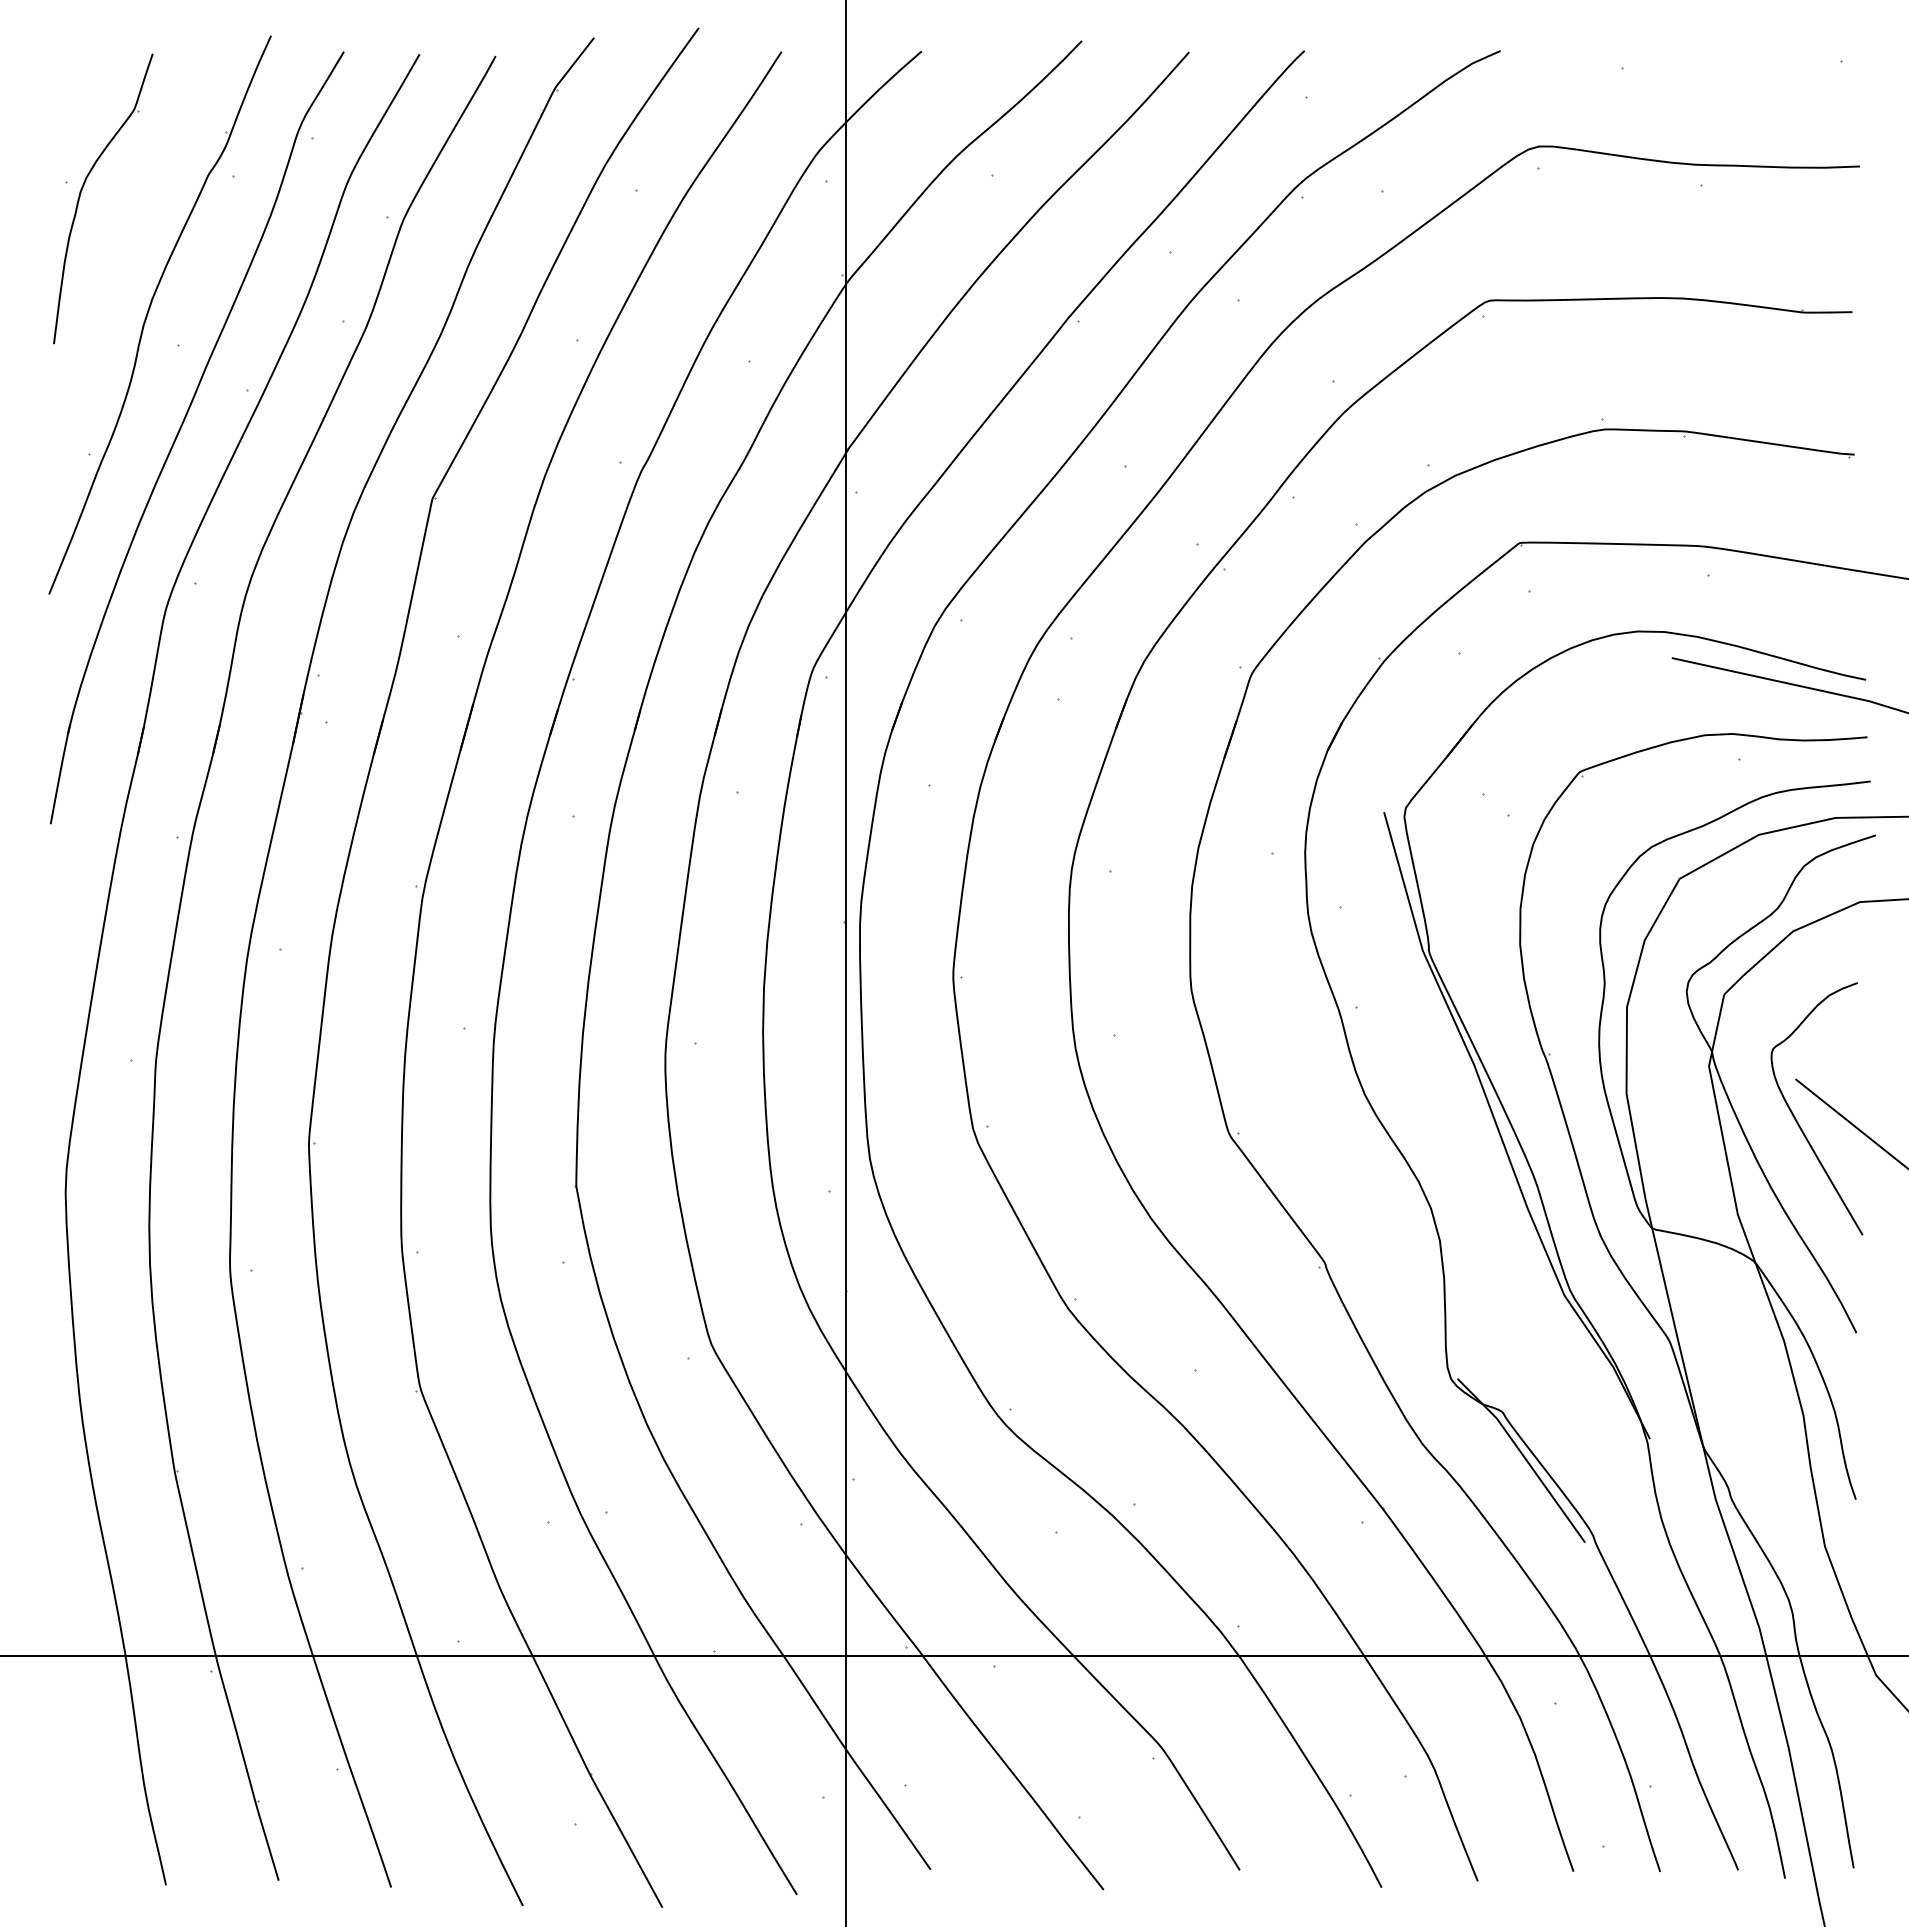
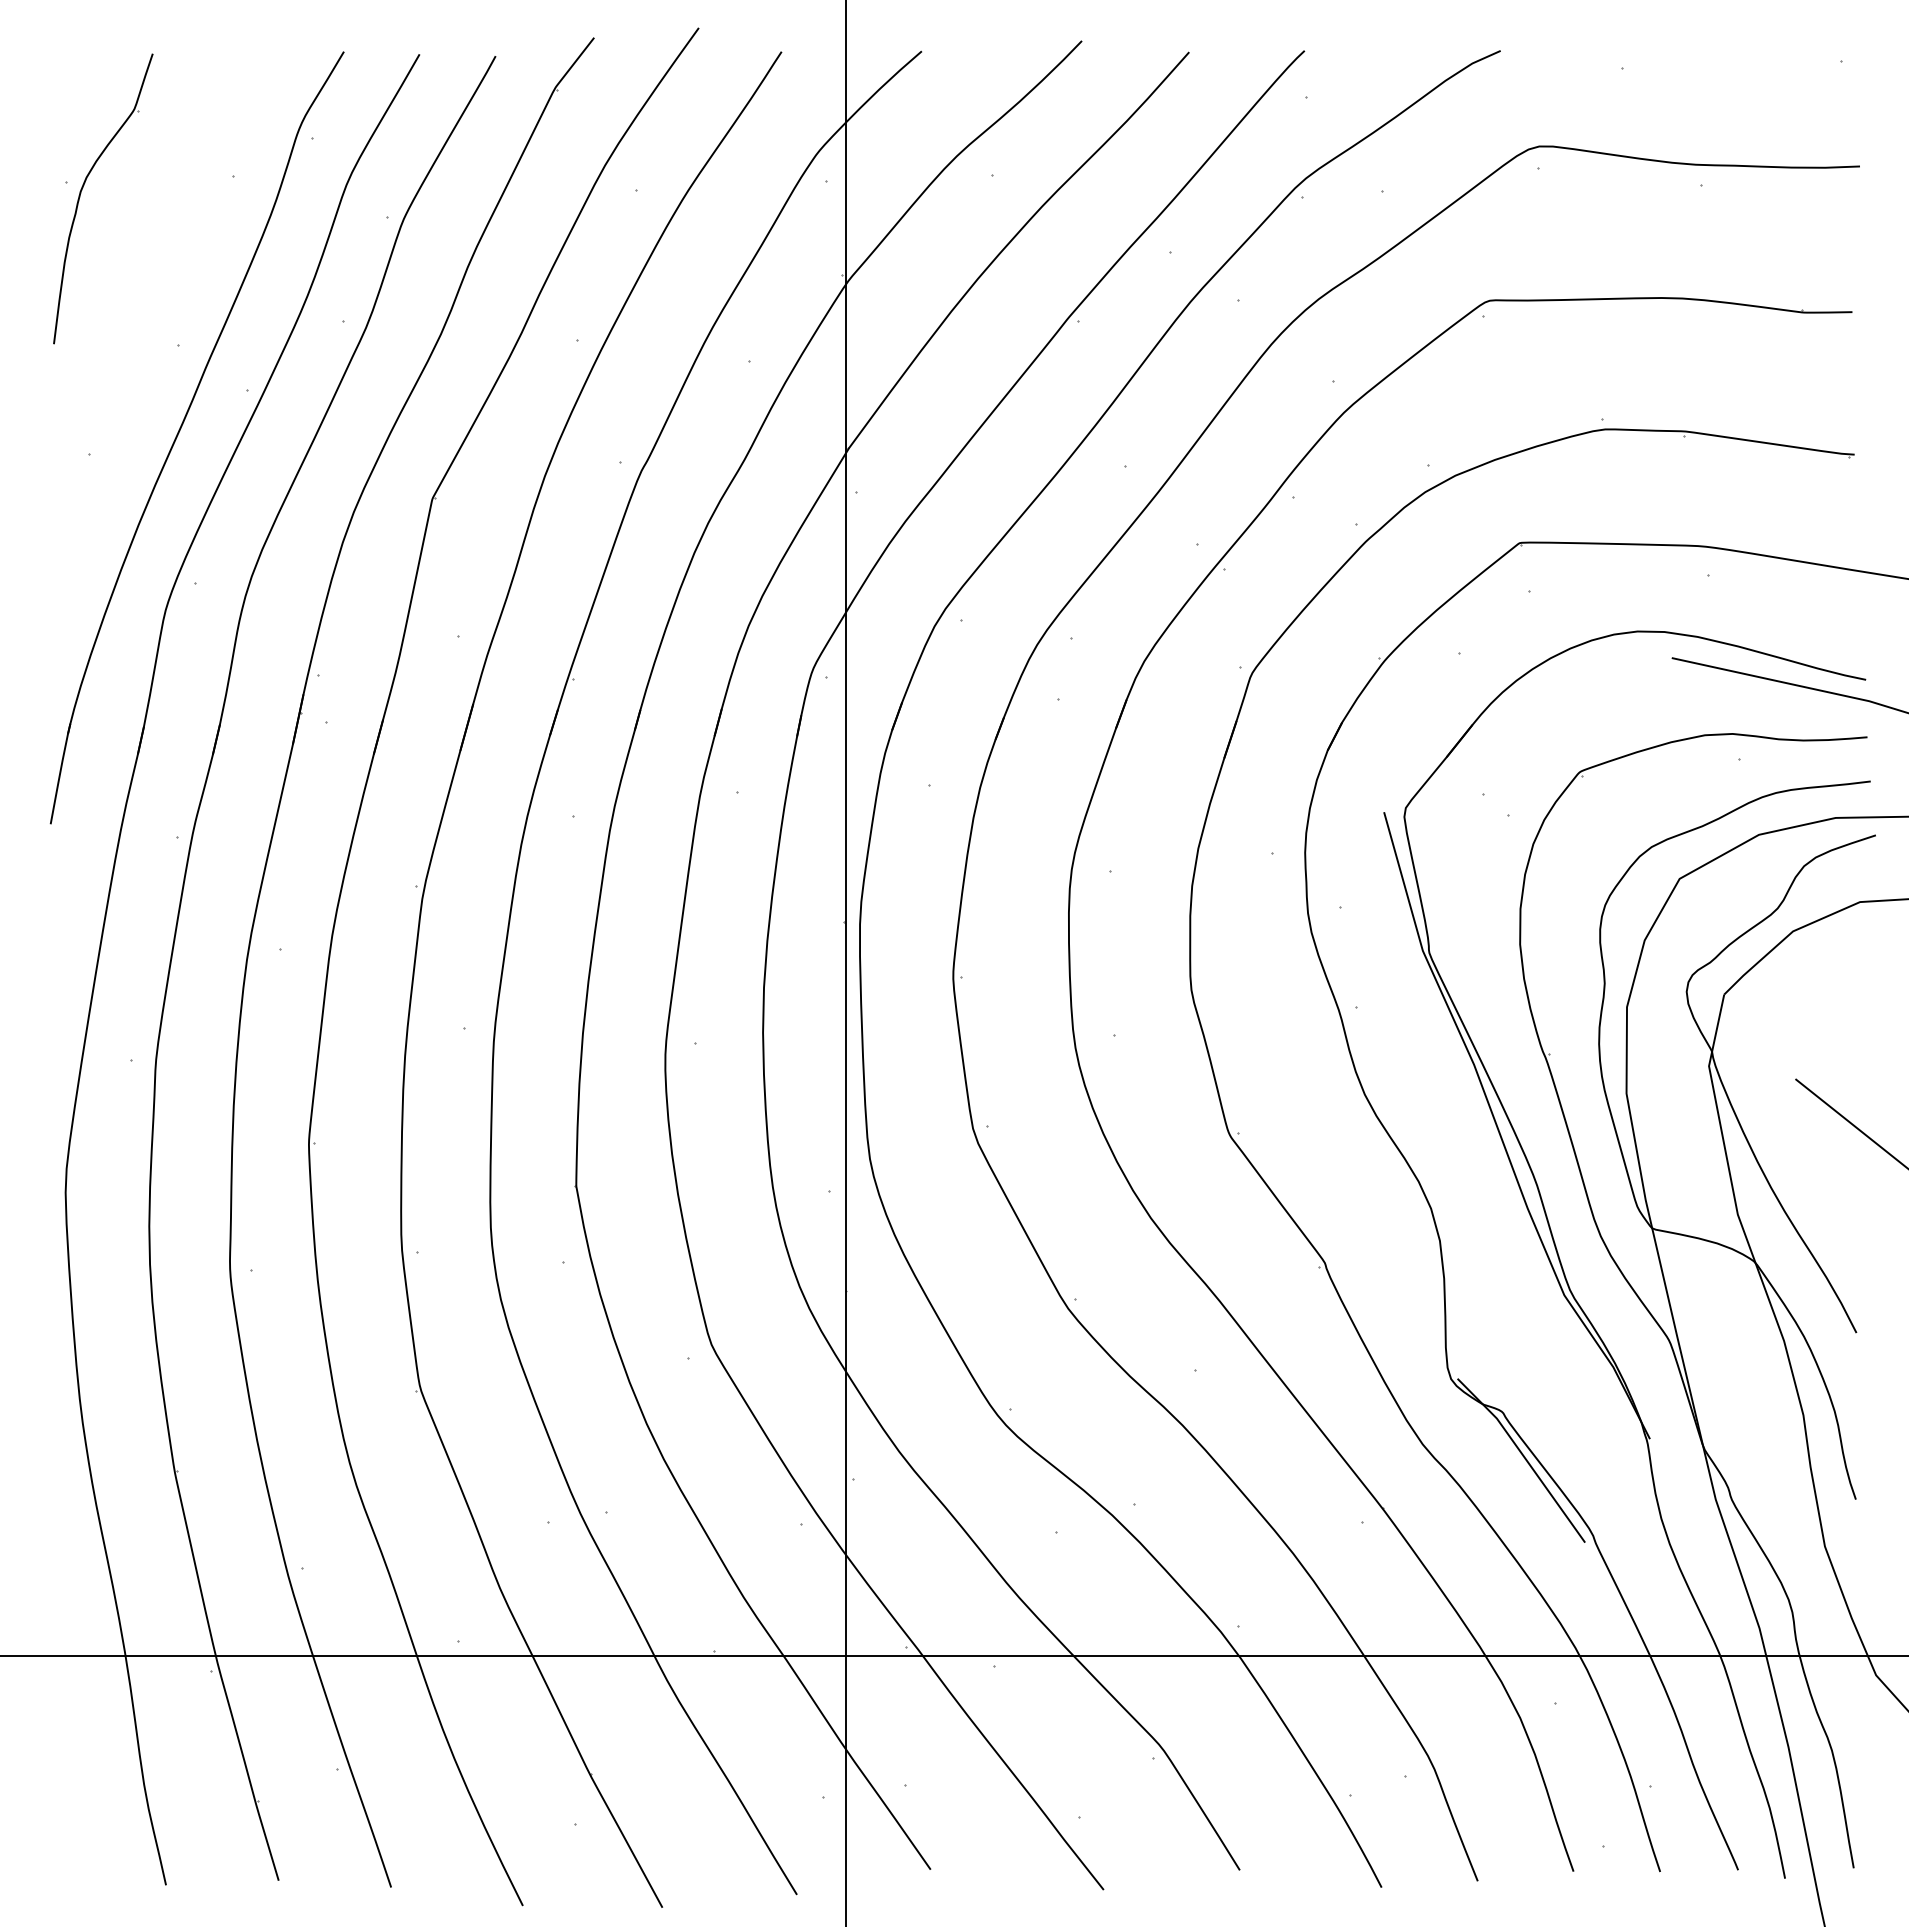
part at (149, 311): present -> none
curve at (1796, 1118): present -> none
